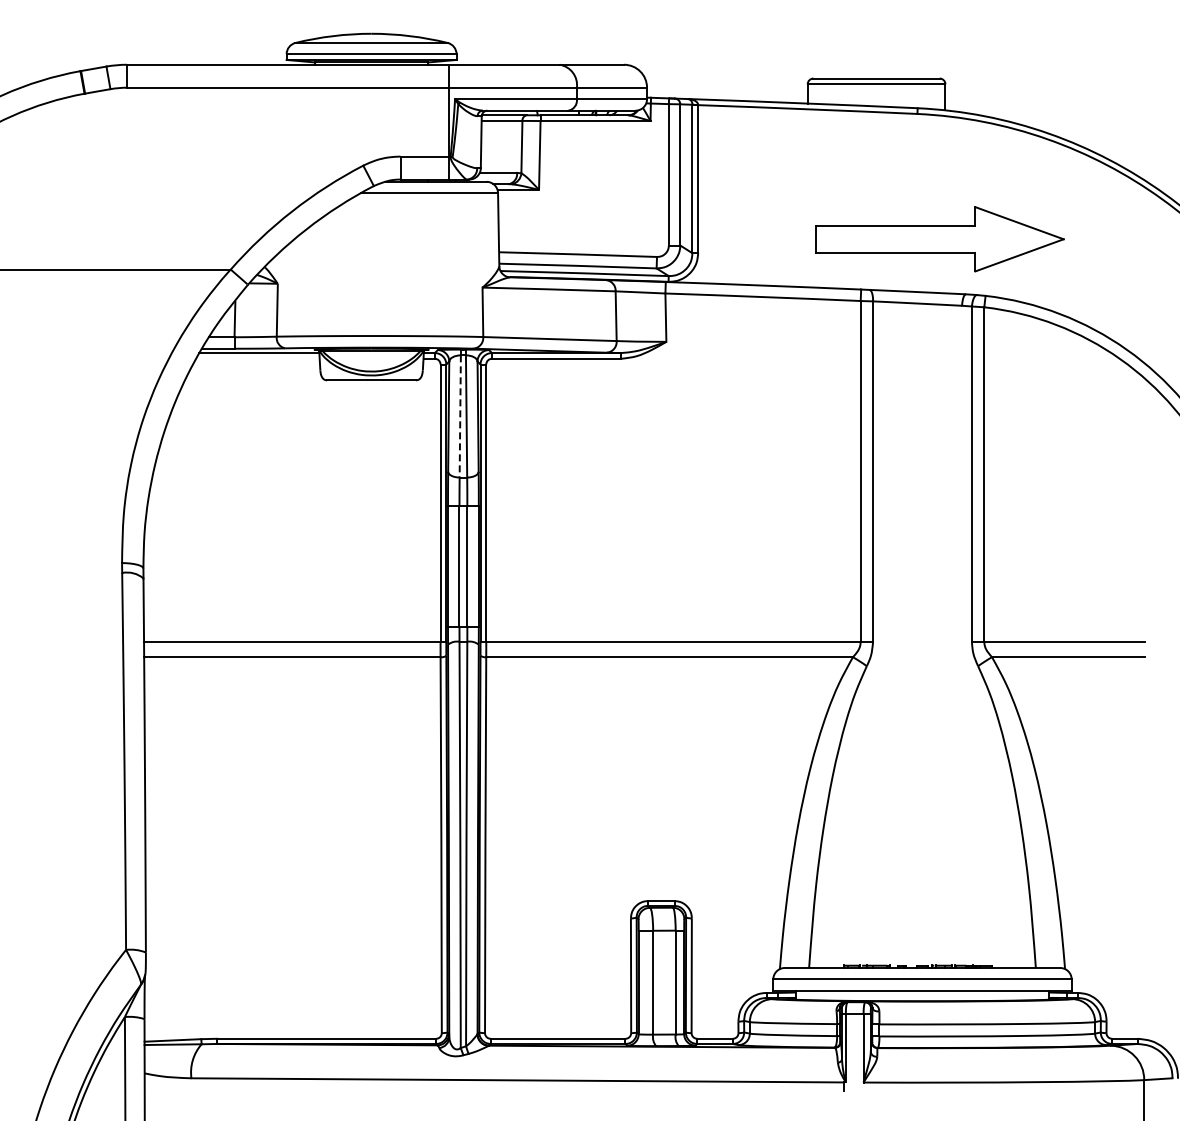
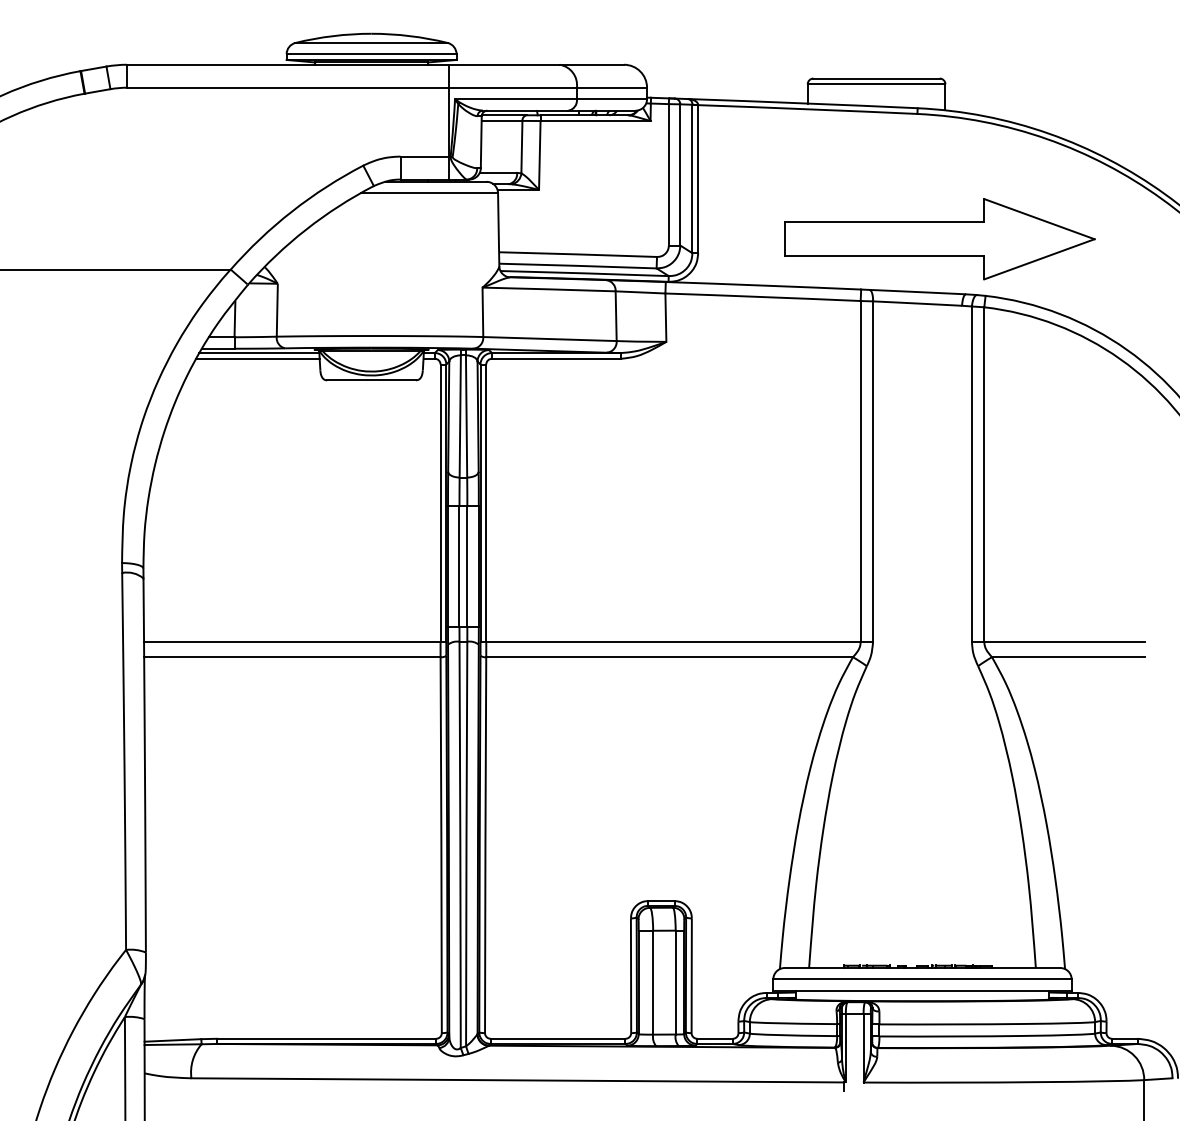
part at (939, 239) size: 250x67 px -> 312x83 px
line at (257, 358): none -> present
line at (460, 416): dashed -> solid
